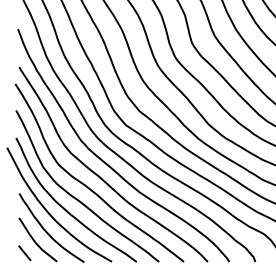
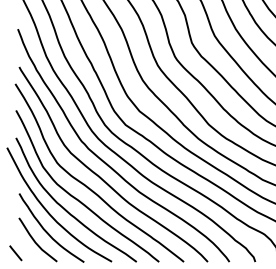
line at (24, 253) position: (24, 253) -> (15, 253)
